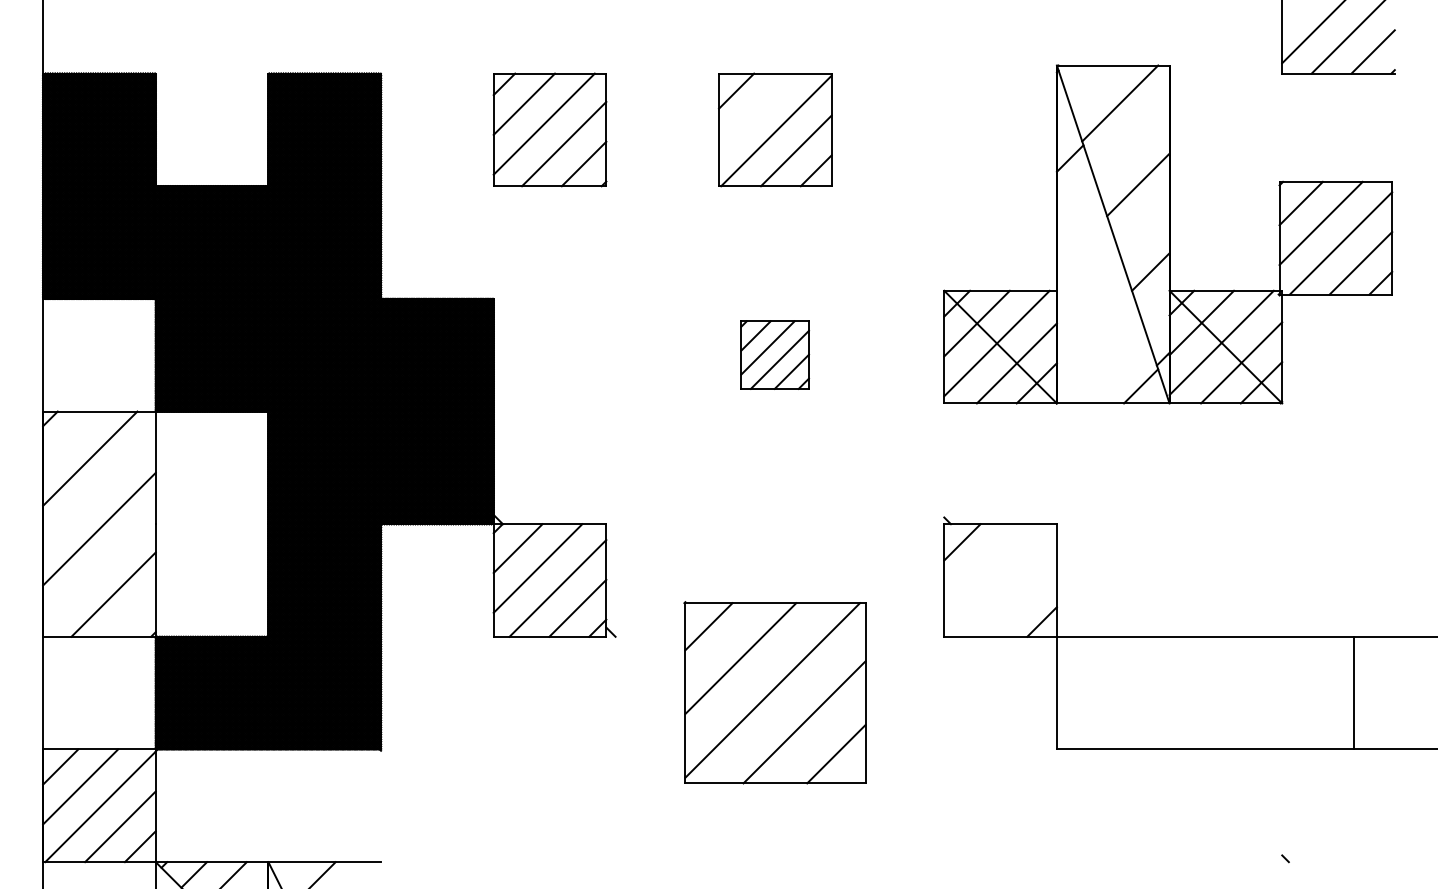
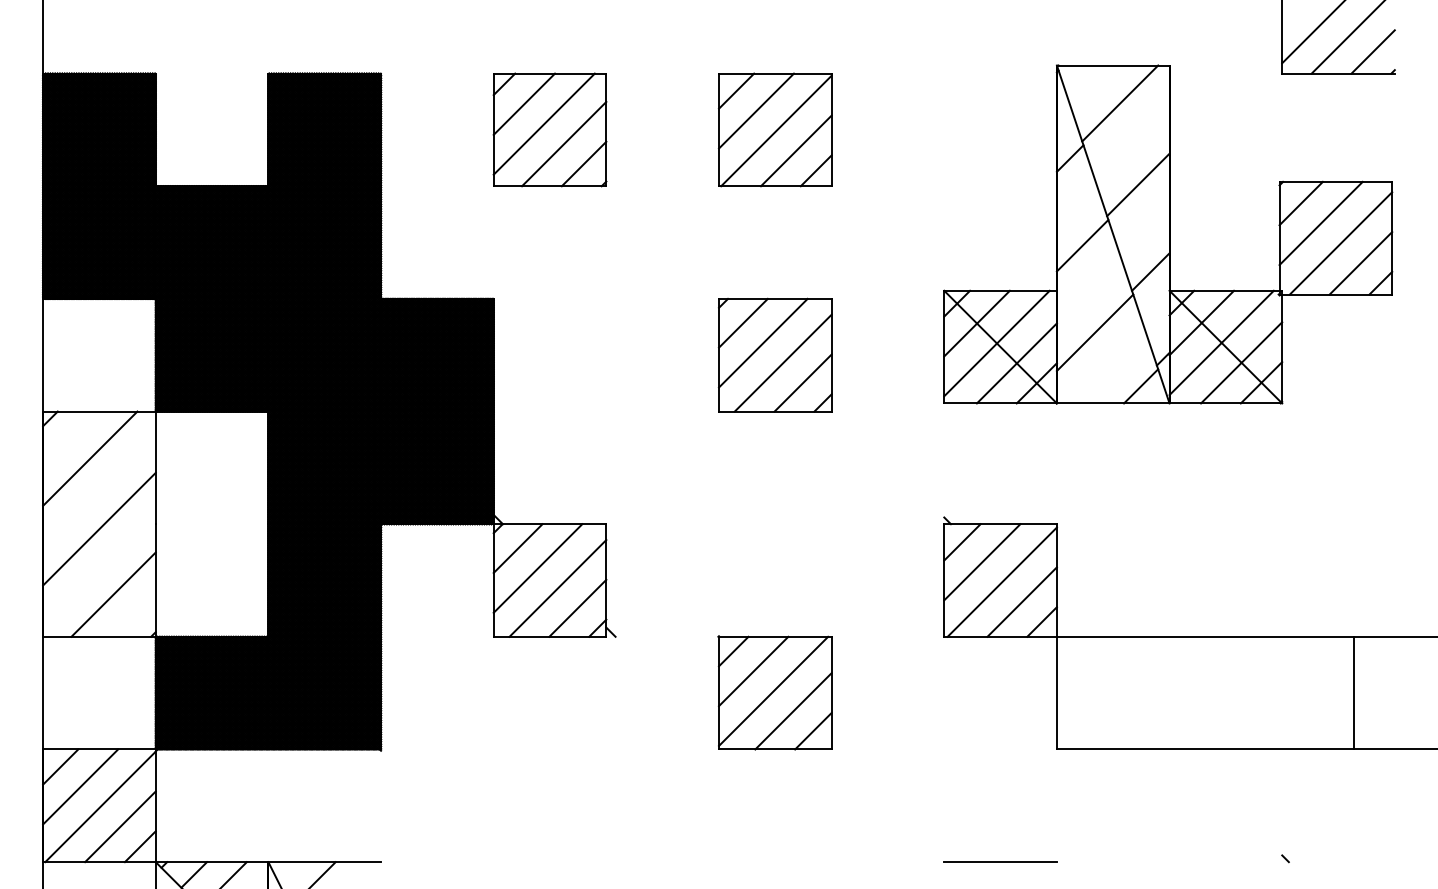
line at (755, 110): none -> present
line at (1082, 245): none -> present
line at (1094, 332): none -> present
part at (775, 354) size: 71x70 px -> 116x116 px
line at (982, 562): none -> present
line at (1001, 581): none -> present
line at (1021, 601): none -> present
part at (774, 692) size: 184x184 px -> 116x116 px
line at (1000, 862): none -> present
